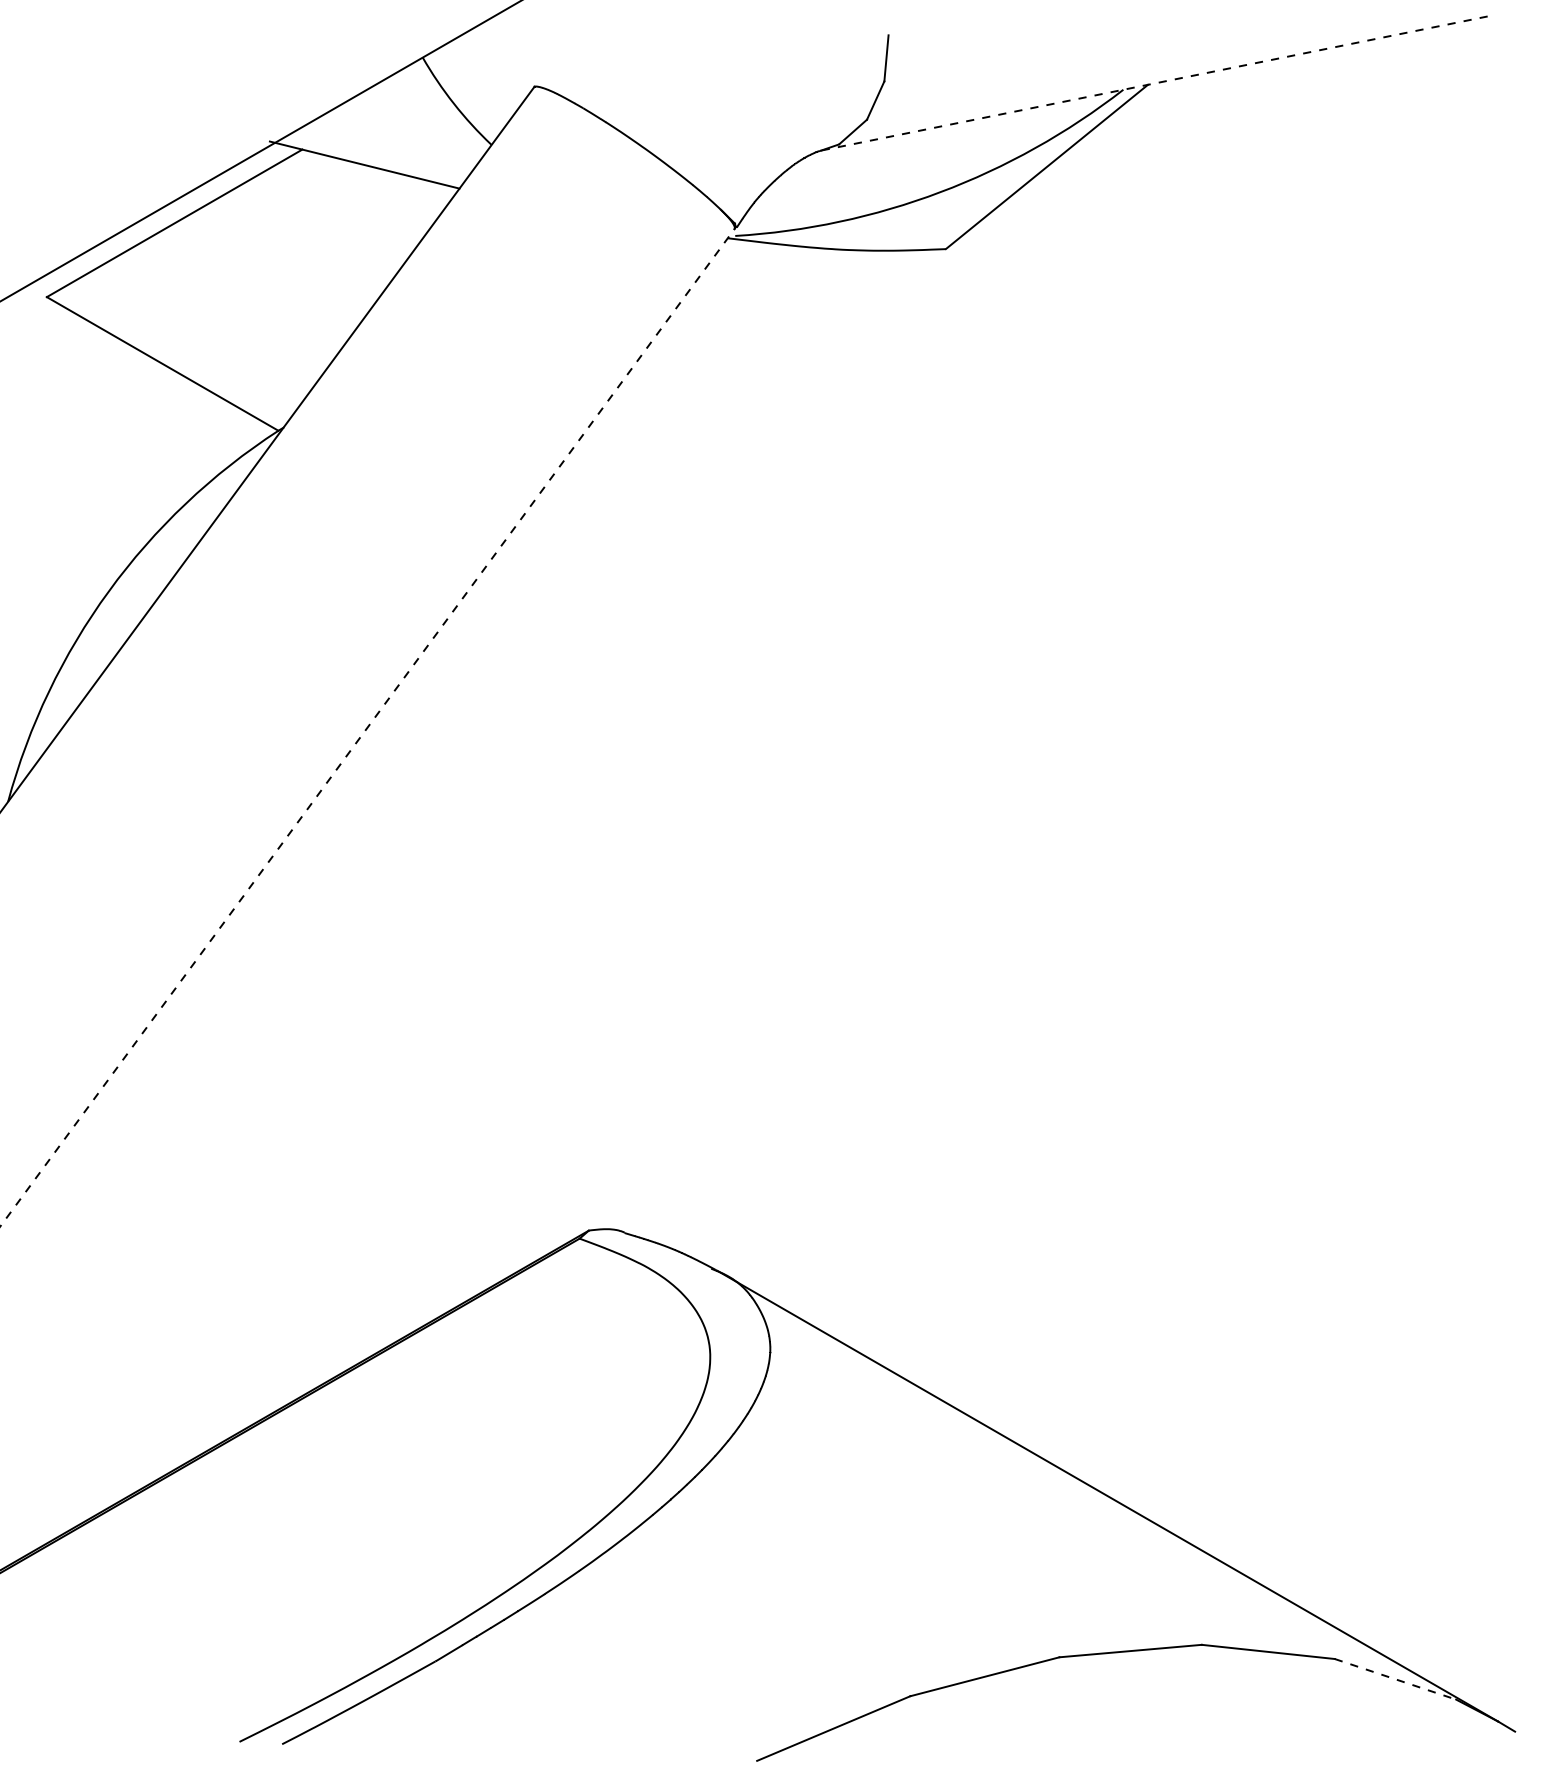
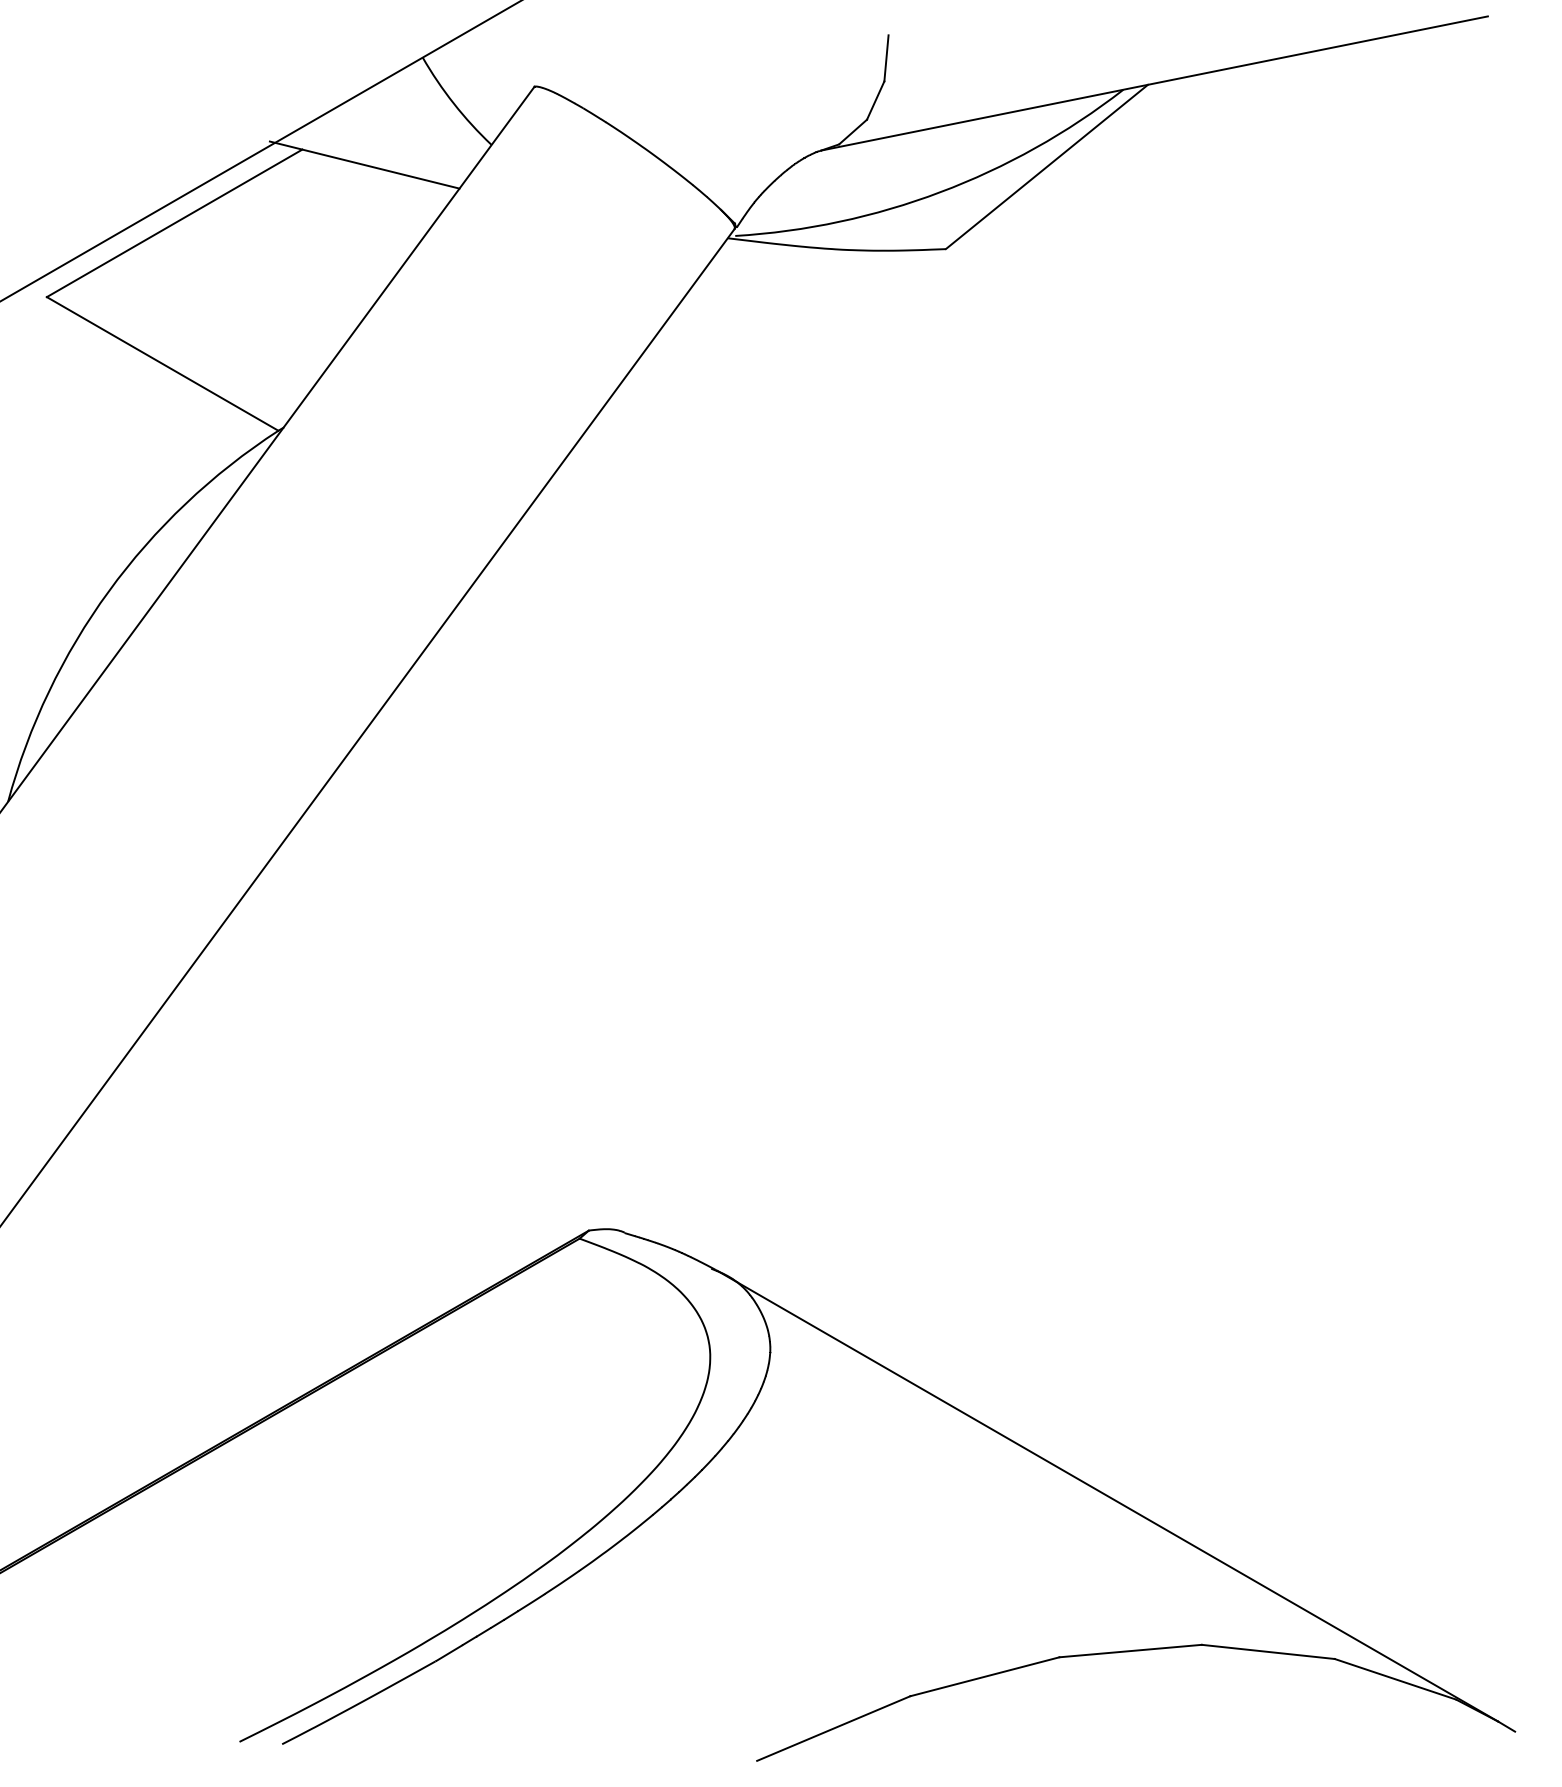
line at (1154, 83): dashed -> solid
line at (367, 727): dashed -> solid
line at (1395, 1679): dashed -> solid
